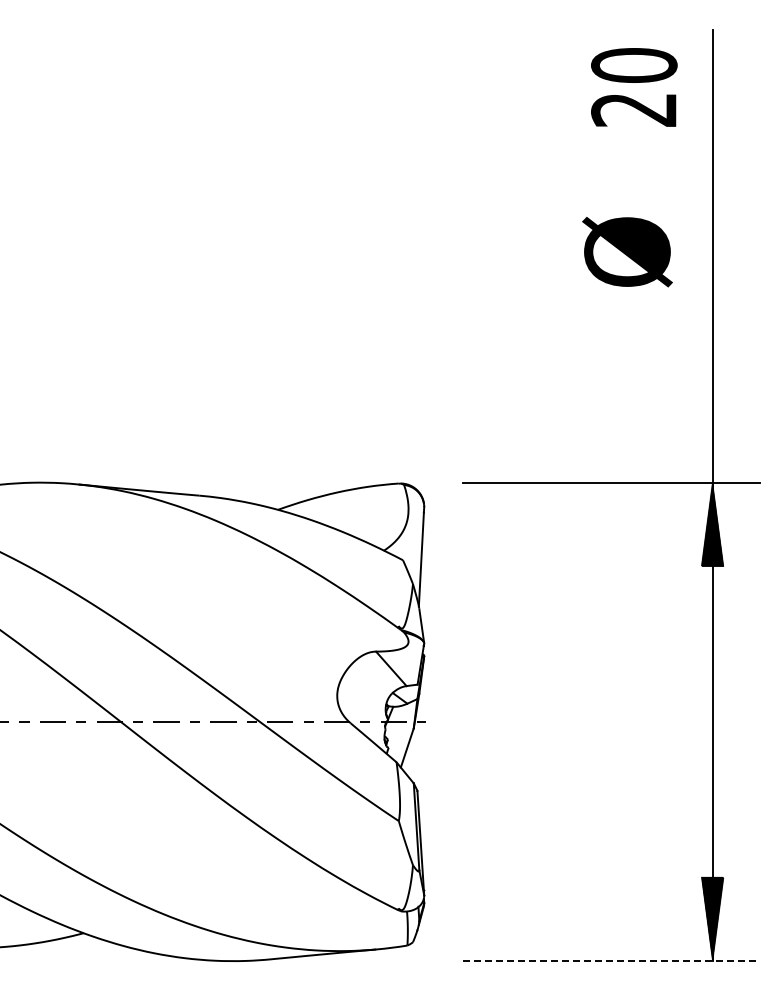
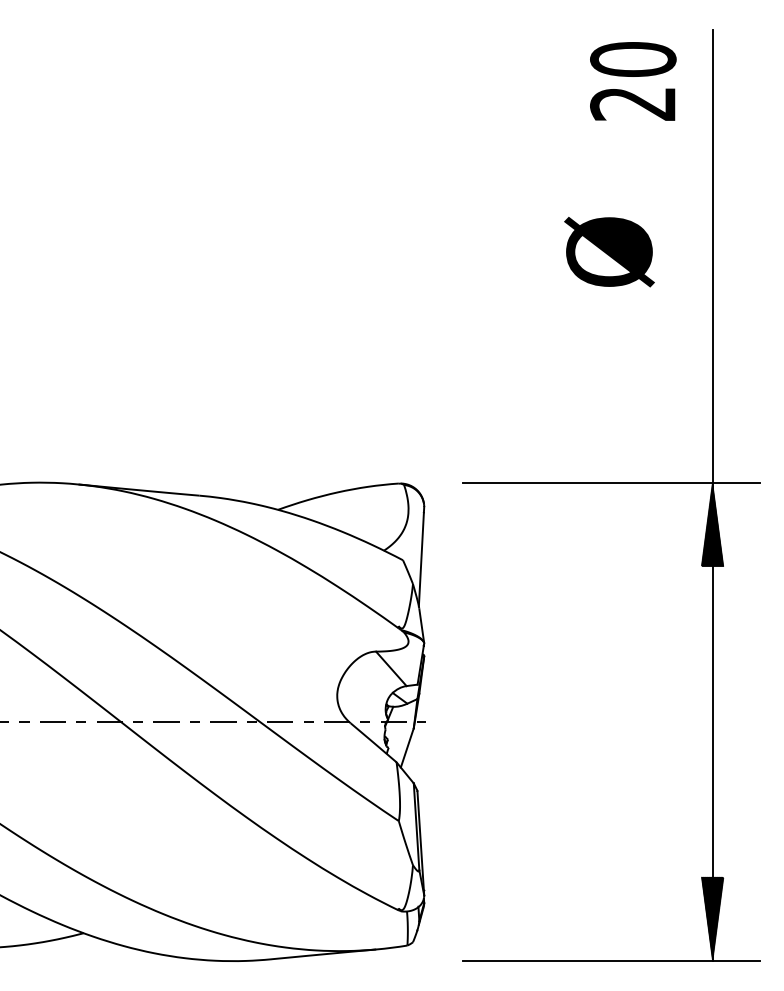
text at (634, 87) position: (634, 87) -> (633, 81)
text at (627, 252) position: (627, 252) -> (609, 252)
line at (612, 961): dashed -> solid
